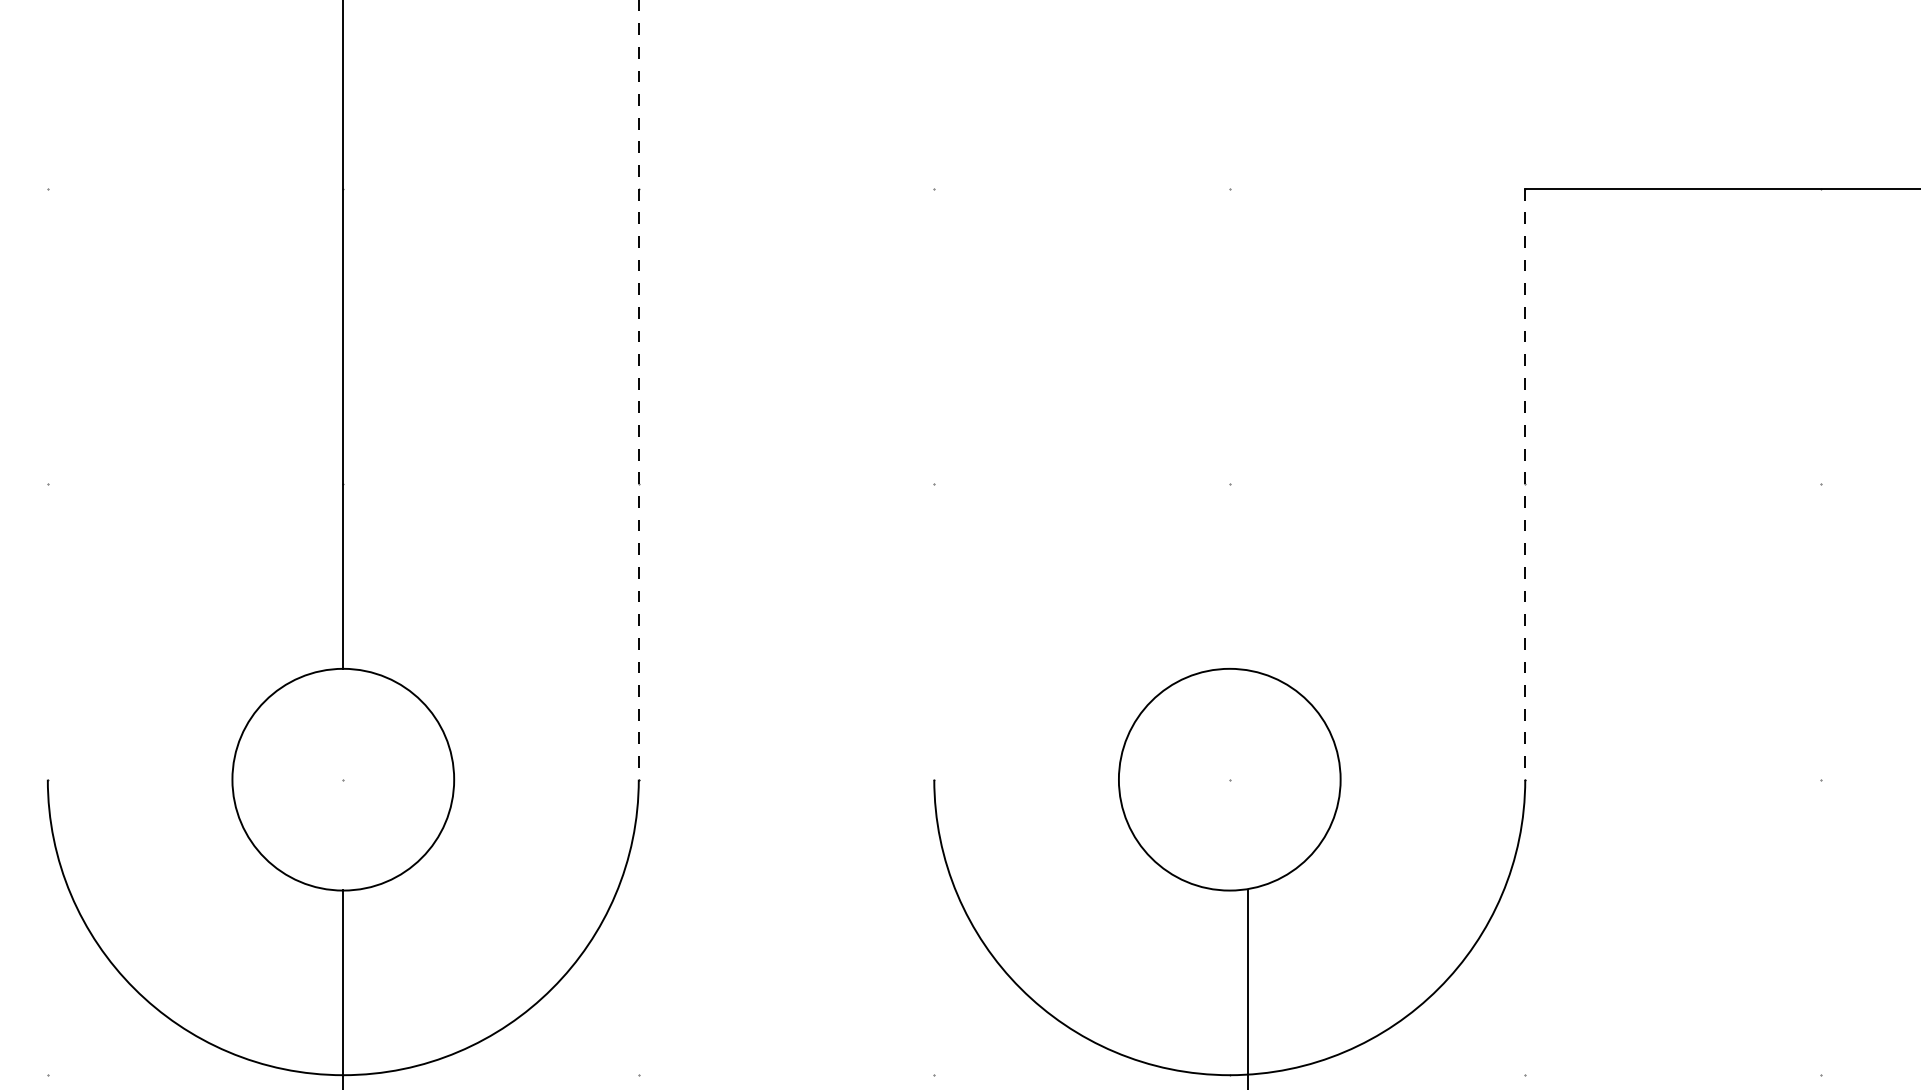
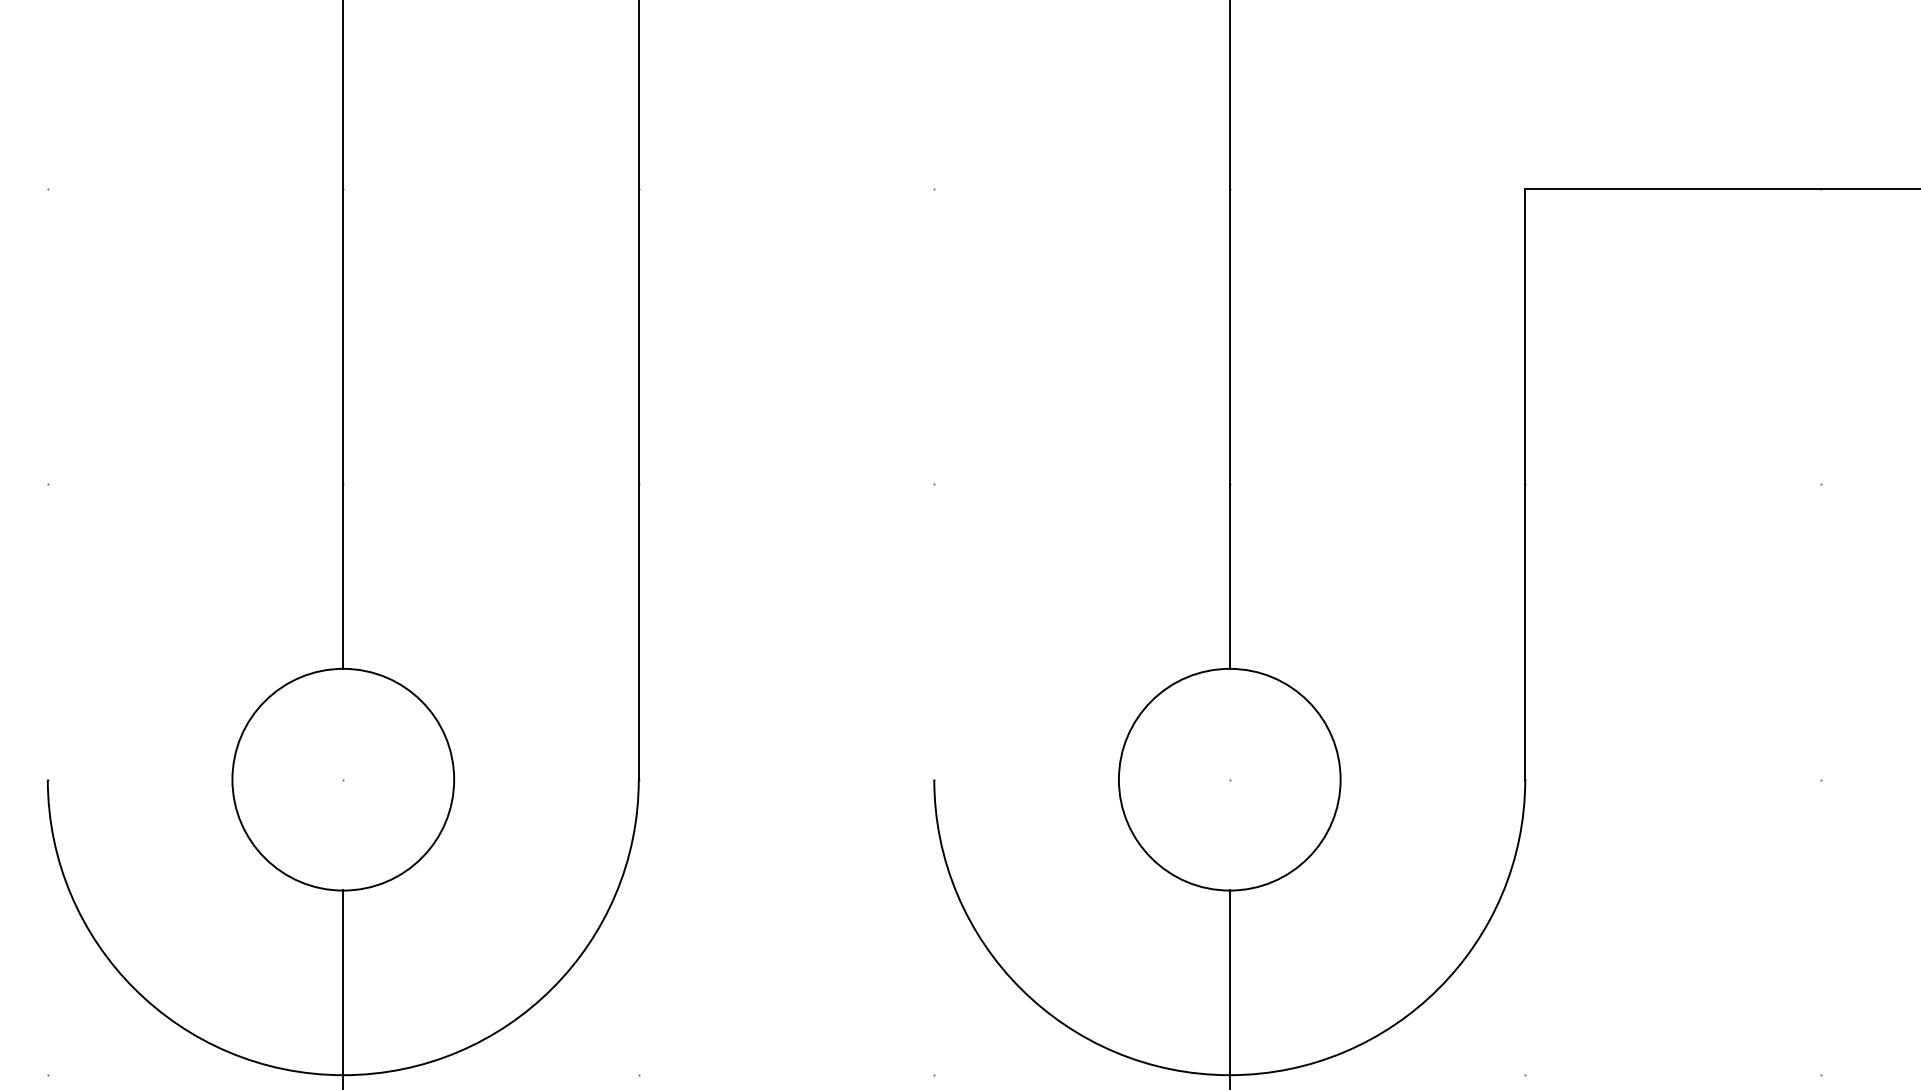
line at (1229, 335): none -> present
line at (638, 390): dashed -> solid
line at (1525, 484): dashed -> solid
line at (1247, 988) position: (1247, 988) -> (1229, 988)
